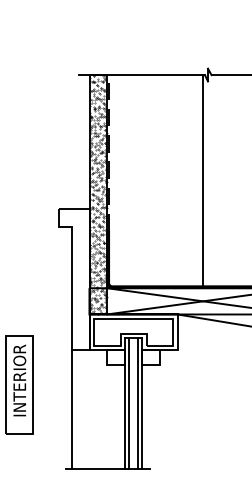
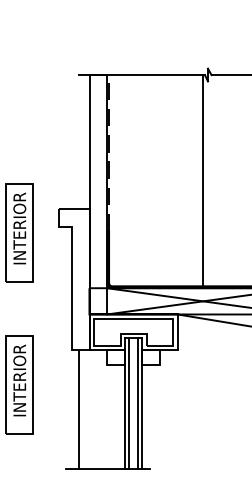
hatch at (98, 194): present -> none
part at (19, 232): none -> present
line at (72, 409) position: (72, 409) -> (79, 409)
